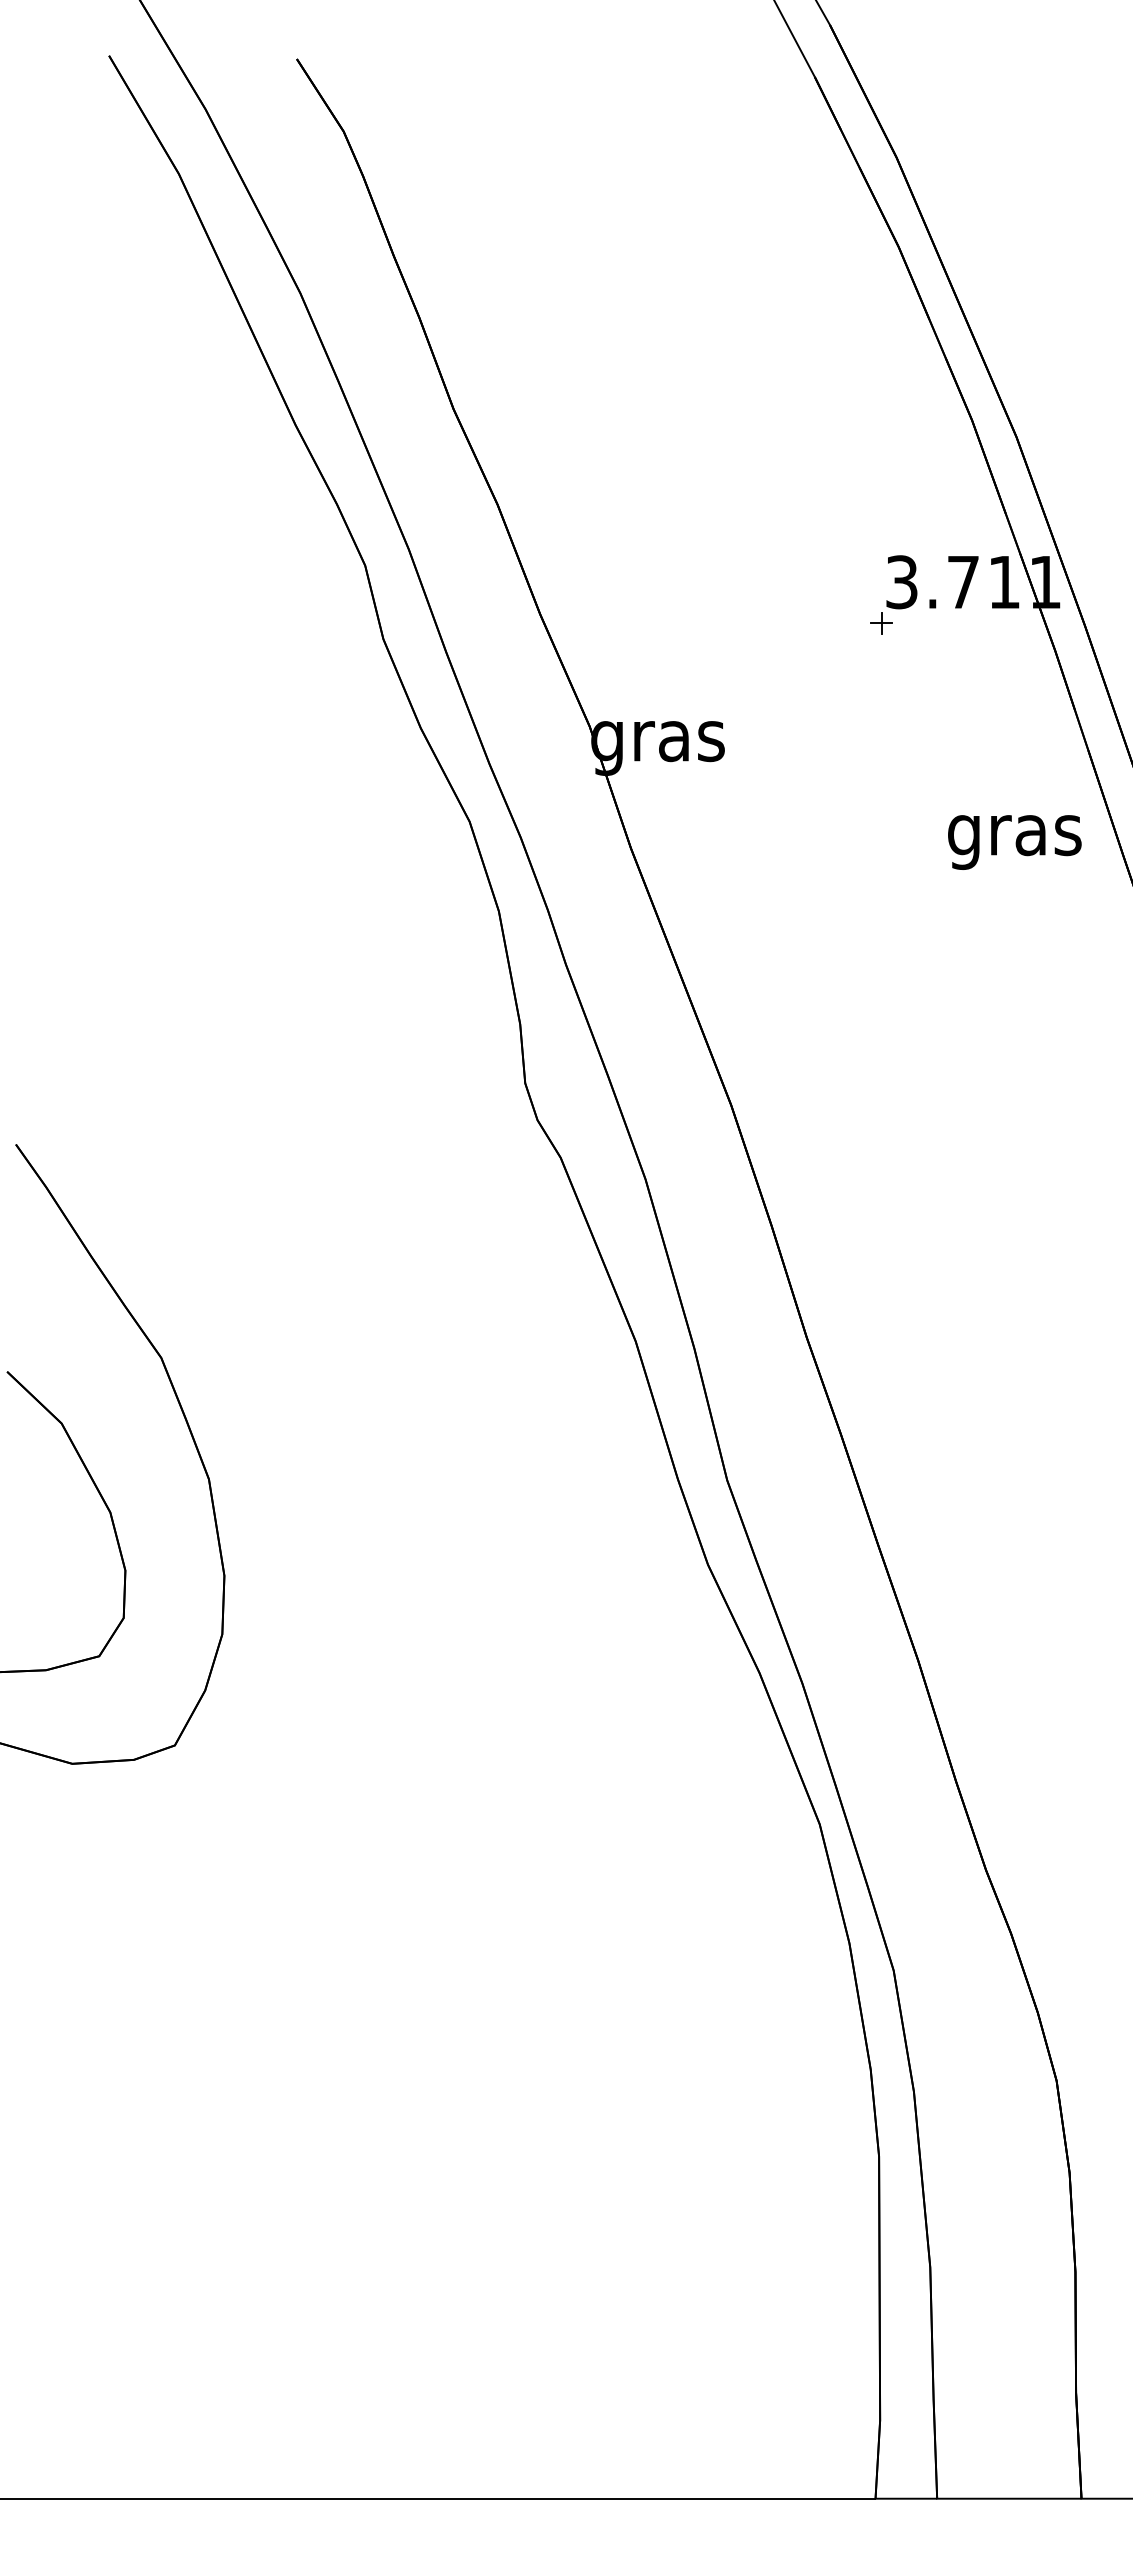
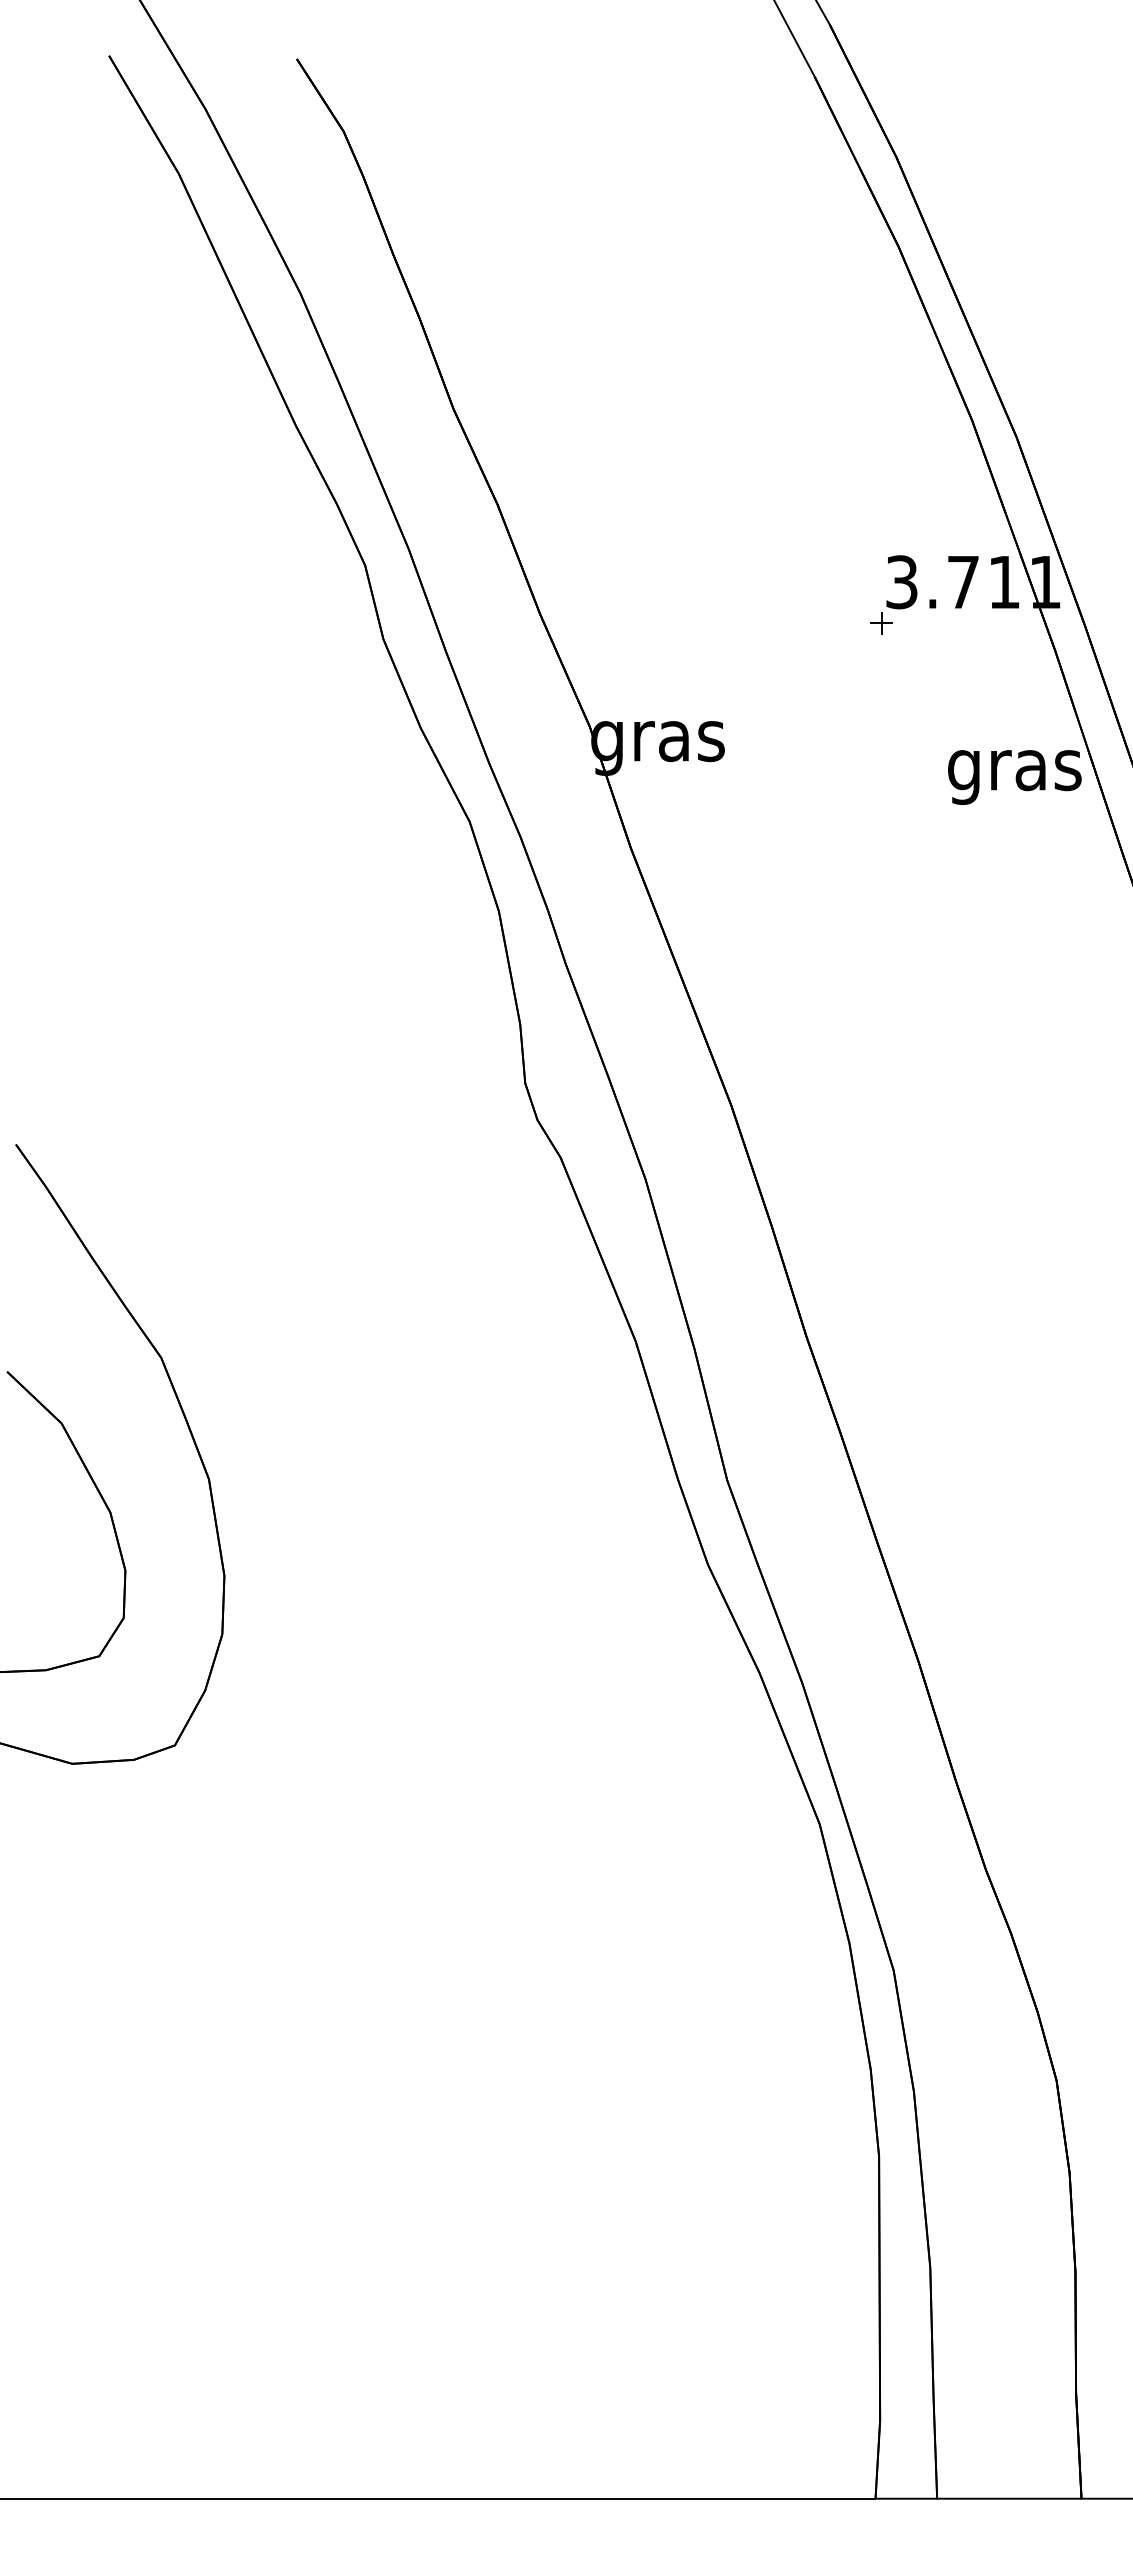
text at (1014, 842) position: (1014, 842) -> (1014, 777)
